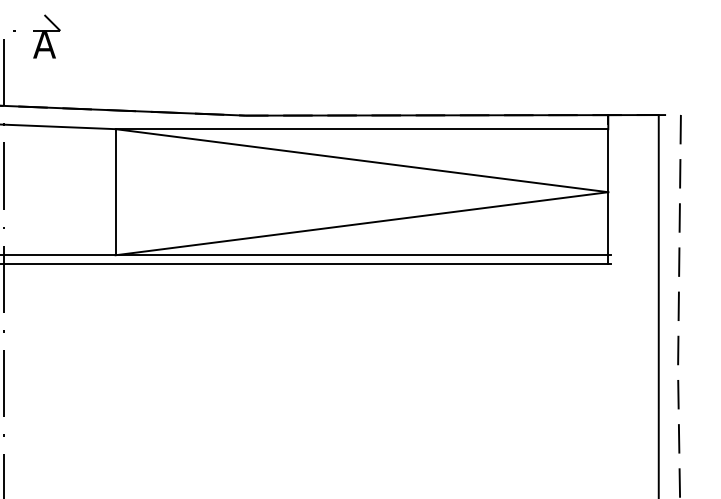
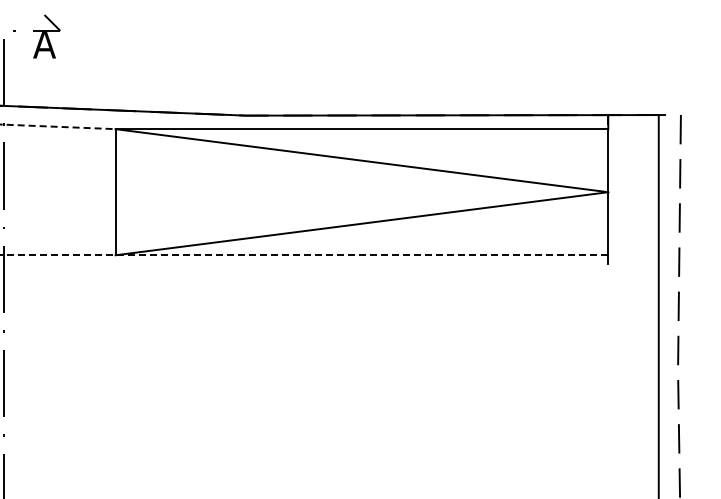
line at (58, 126): solid -> dashed
line at (306, 255): solid -> dashed
line at (306, 263): present -> none
